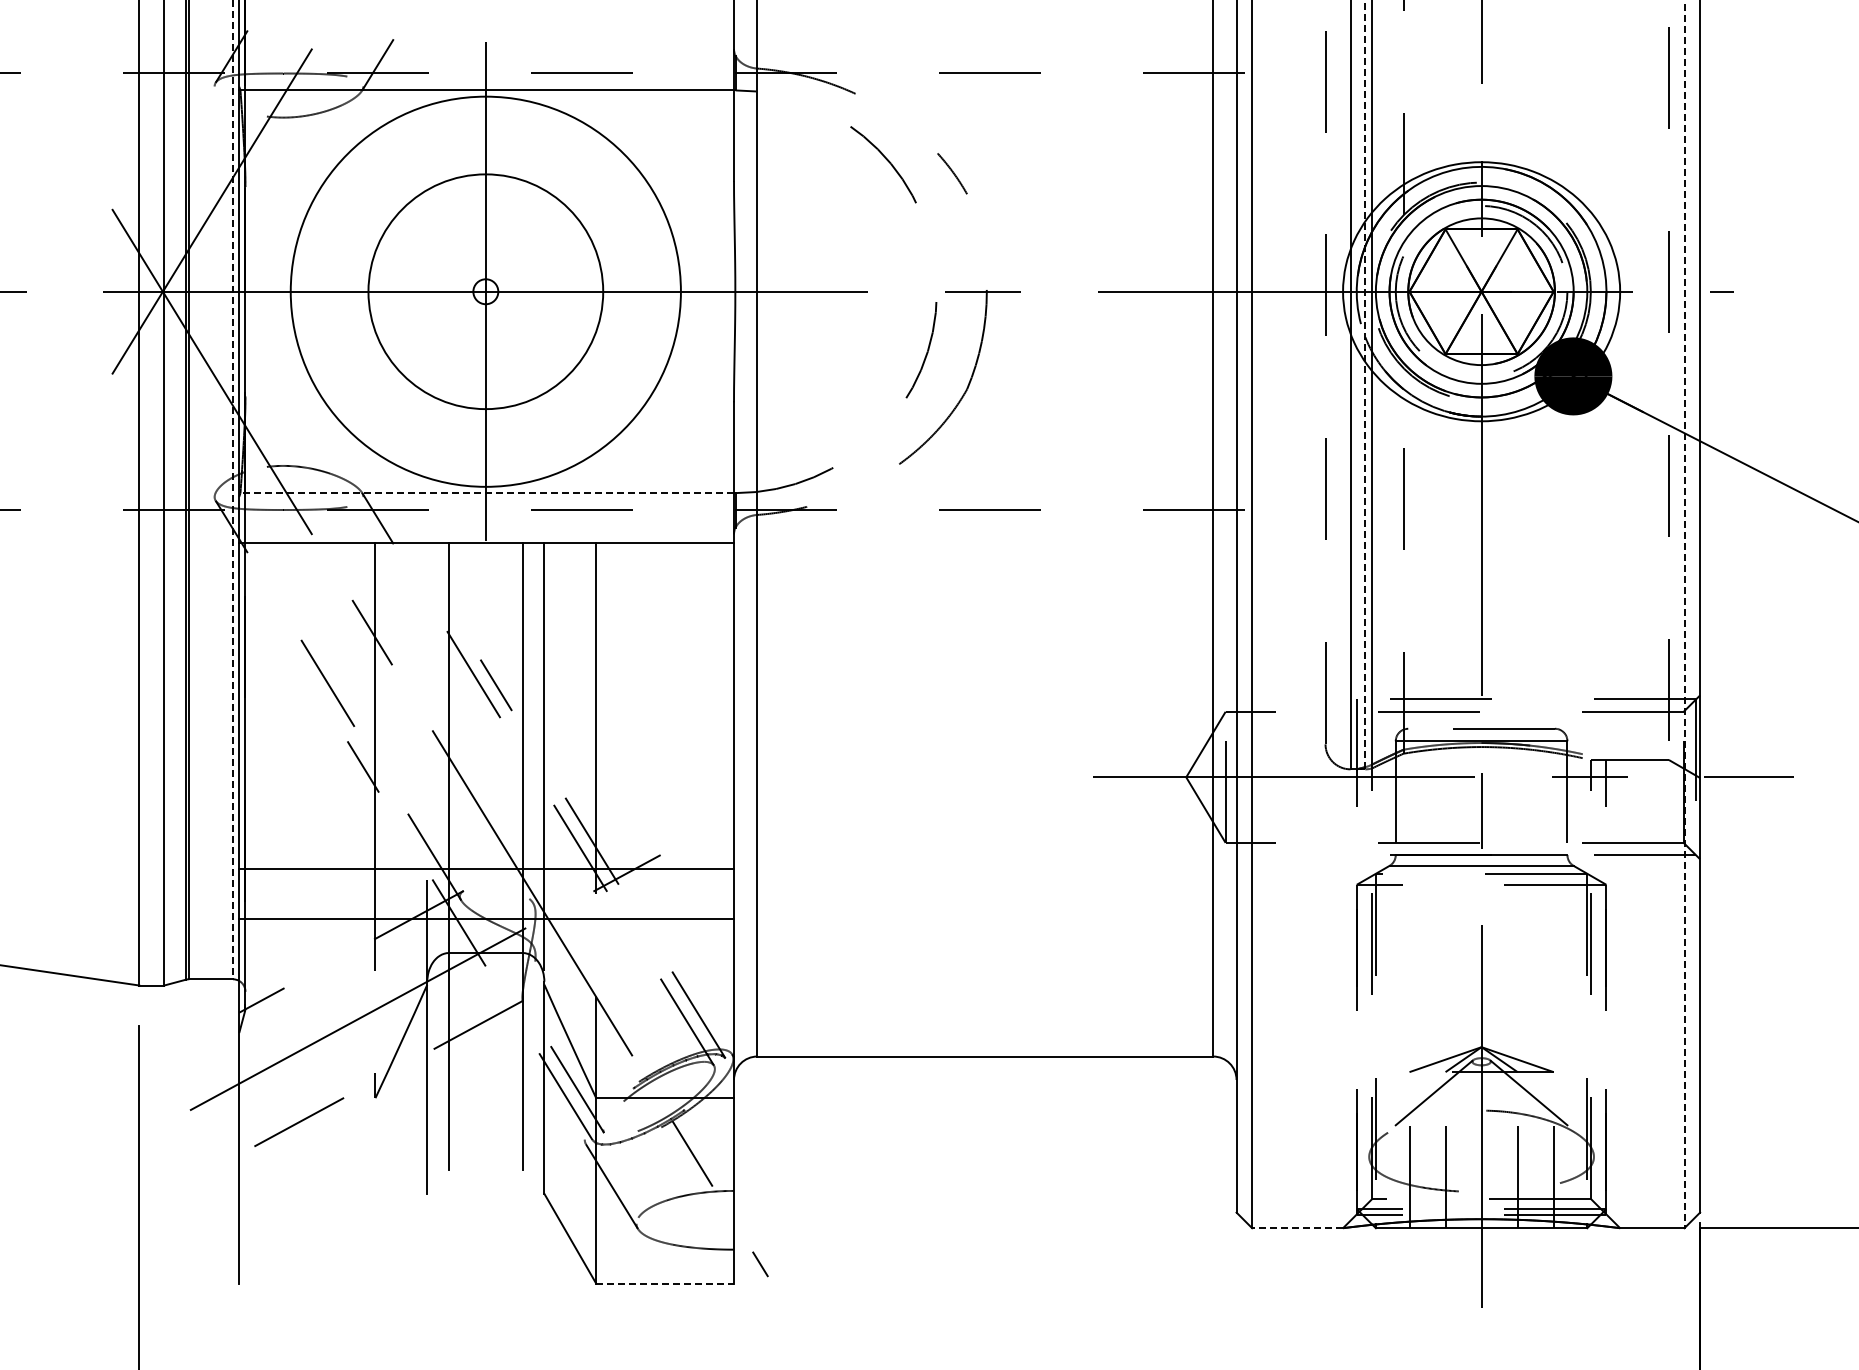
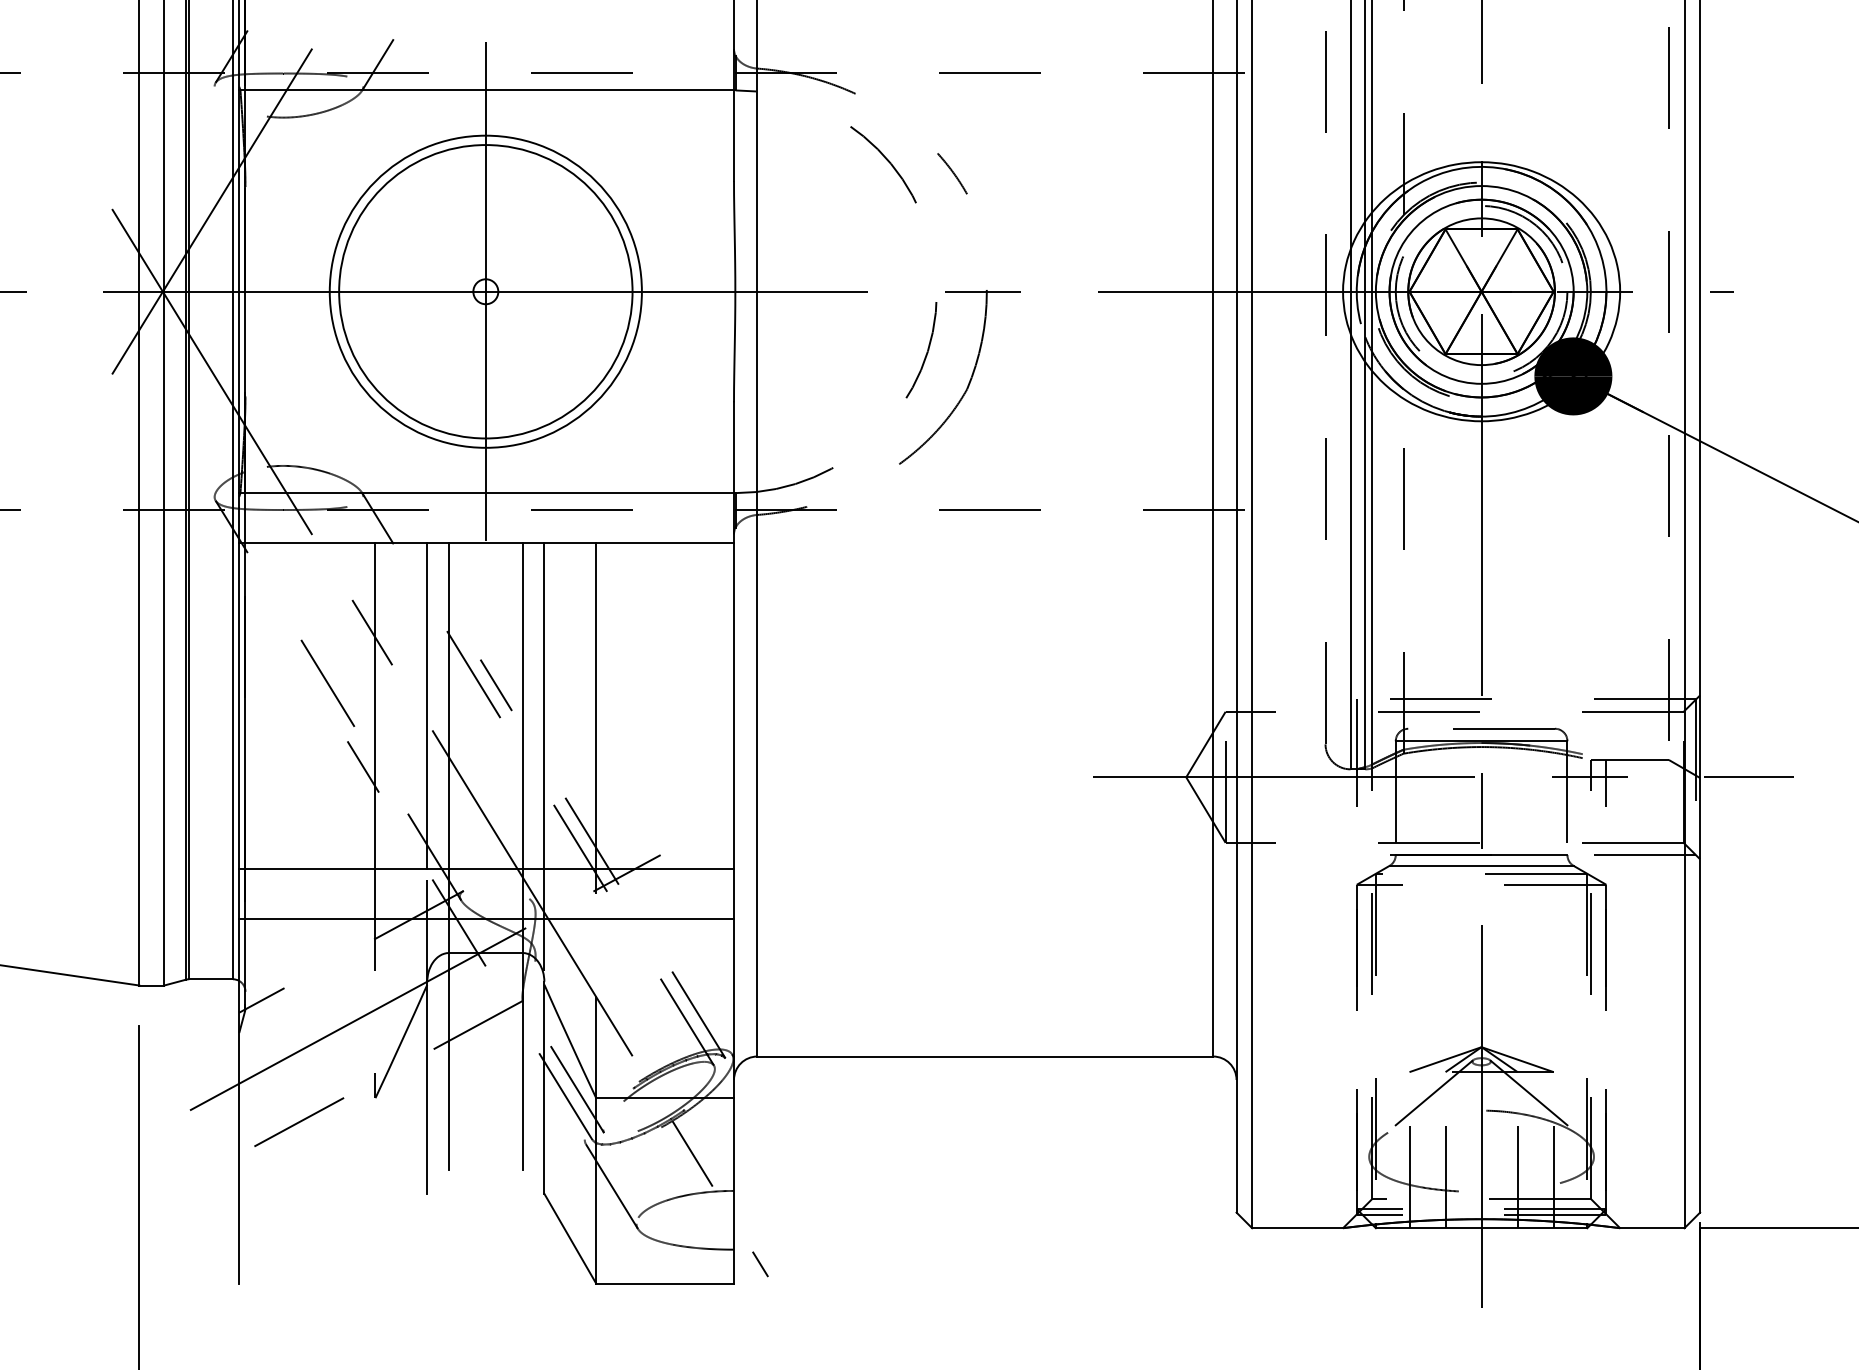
circle at (485, 291) diameter: 235 px -> 293 px
circle at (485, 291) diameter: 390 px -> 312 px
line at (1365, 384): dashed -> solid
line at (233, 490): dashed -> solid
line at (486, 493): dashed -> solid
line at (1684, 614): dashed -> solid
line at (427, 706): none -> present
line at (1297, 1228): dashed -> solid
line at (665, 1283): dashed -> solid
